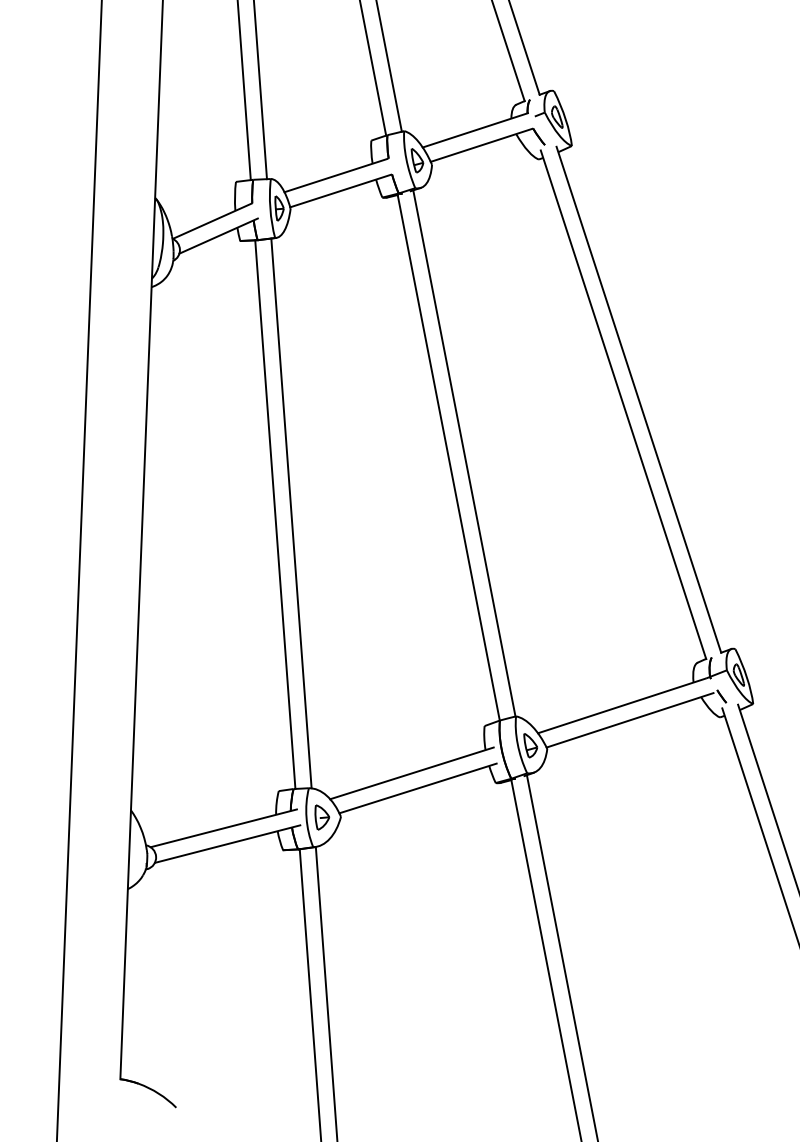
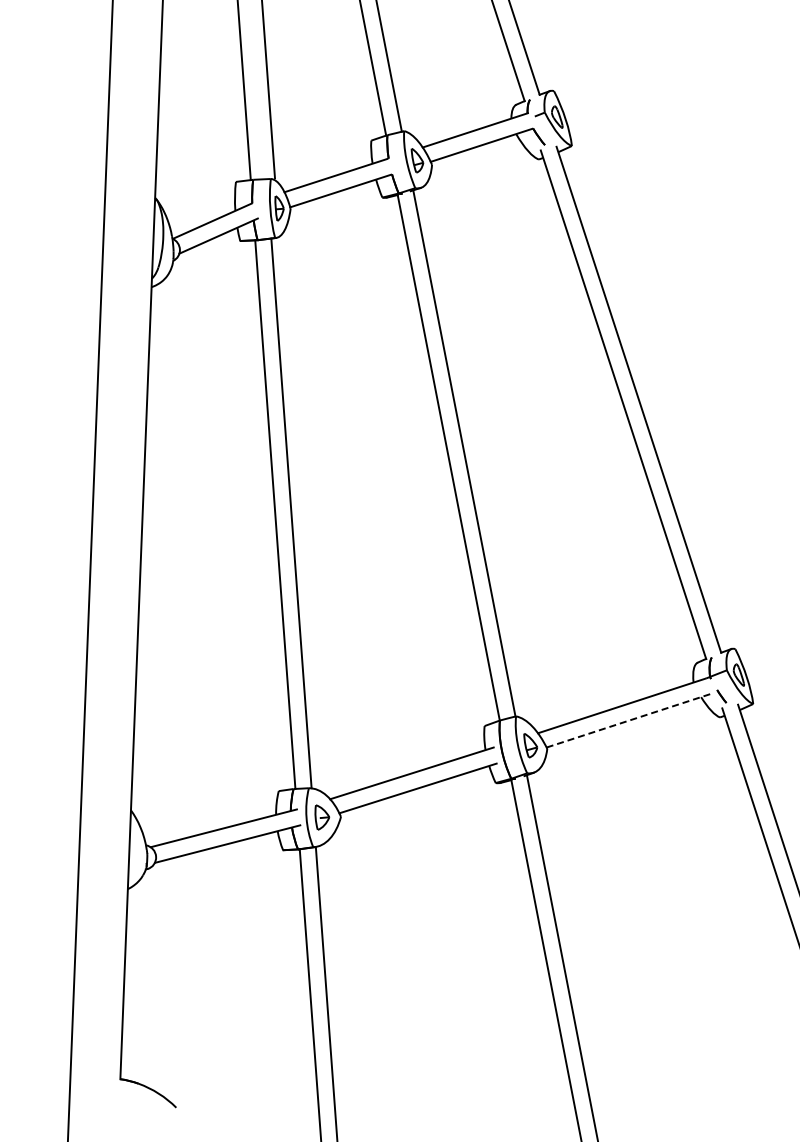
line at (260, 90) position: (260, 90) -> (268, 90)
line at (79, 570) position: (79, 570) -> (90, 570)
line at (630, 720): solid -> dashed
